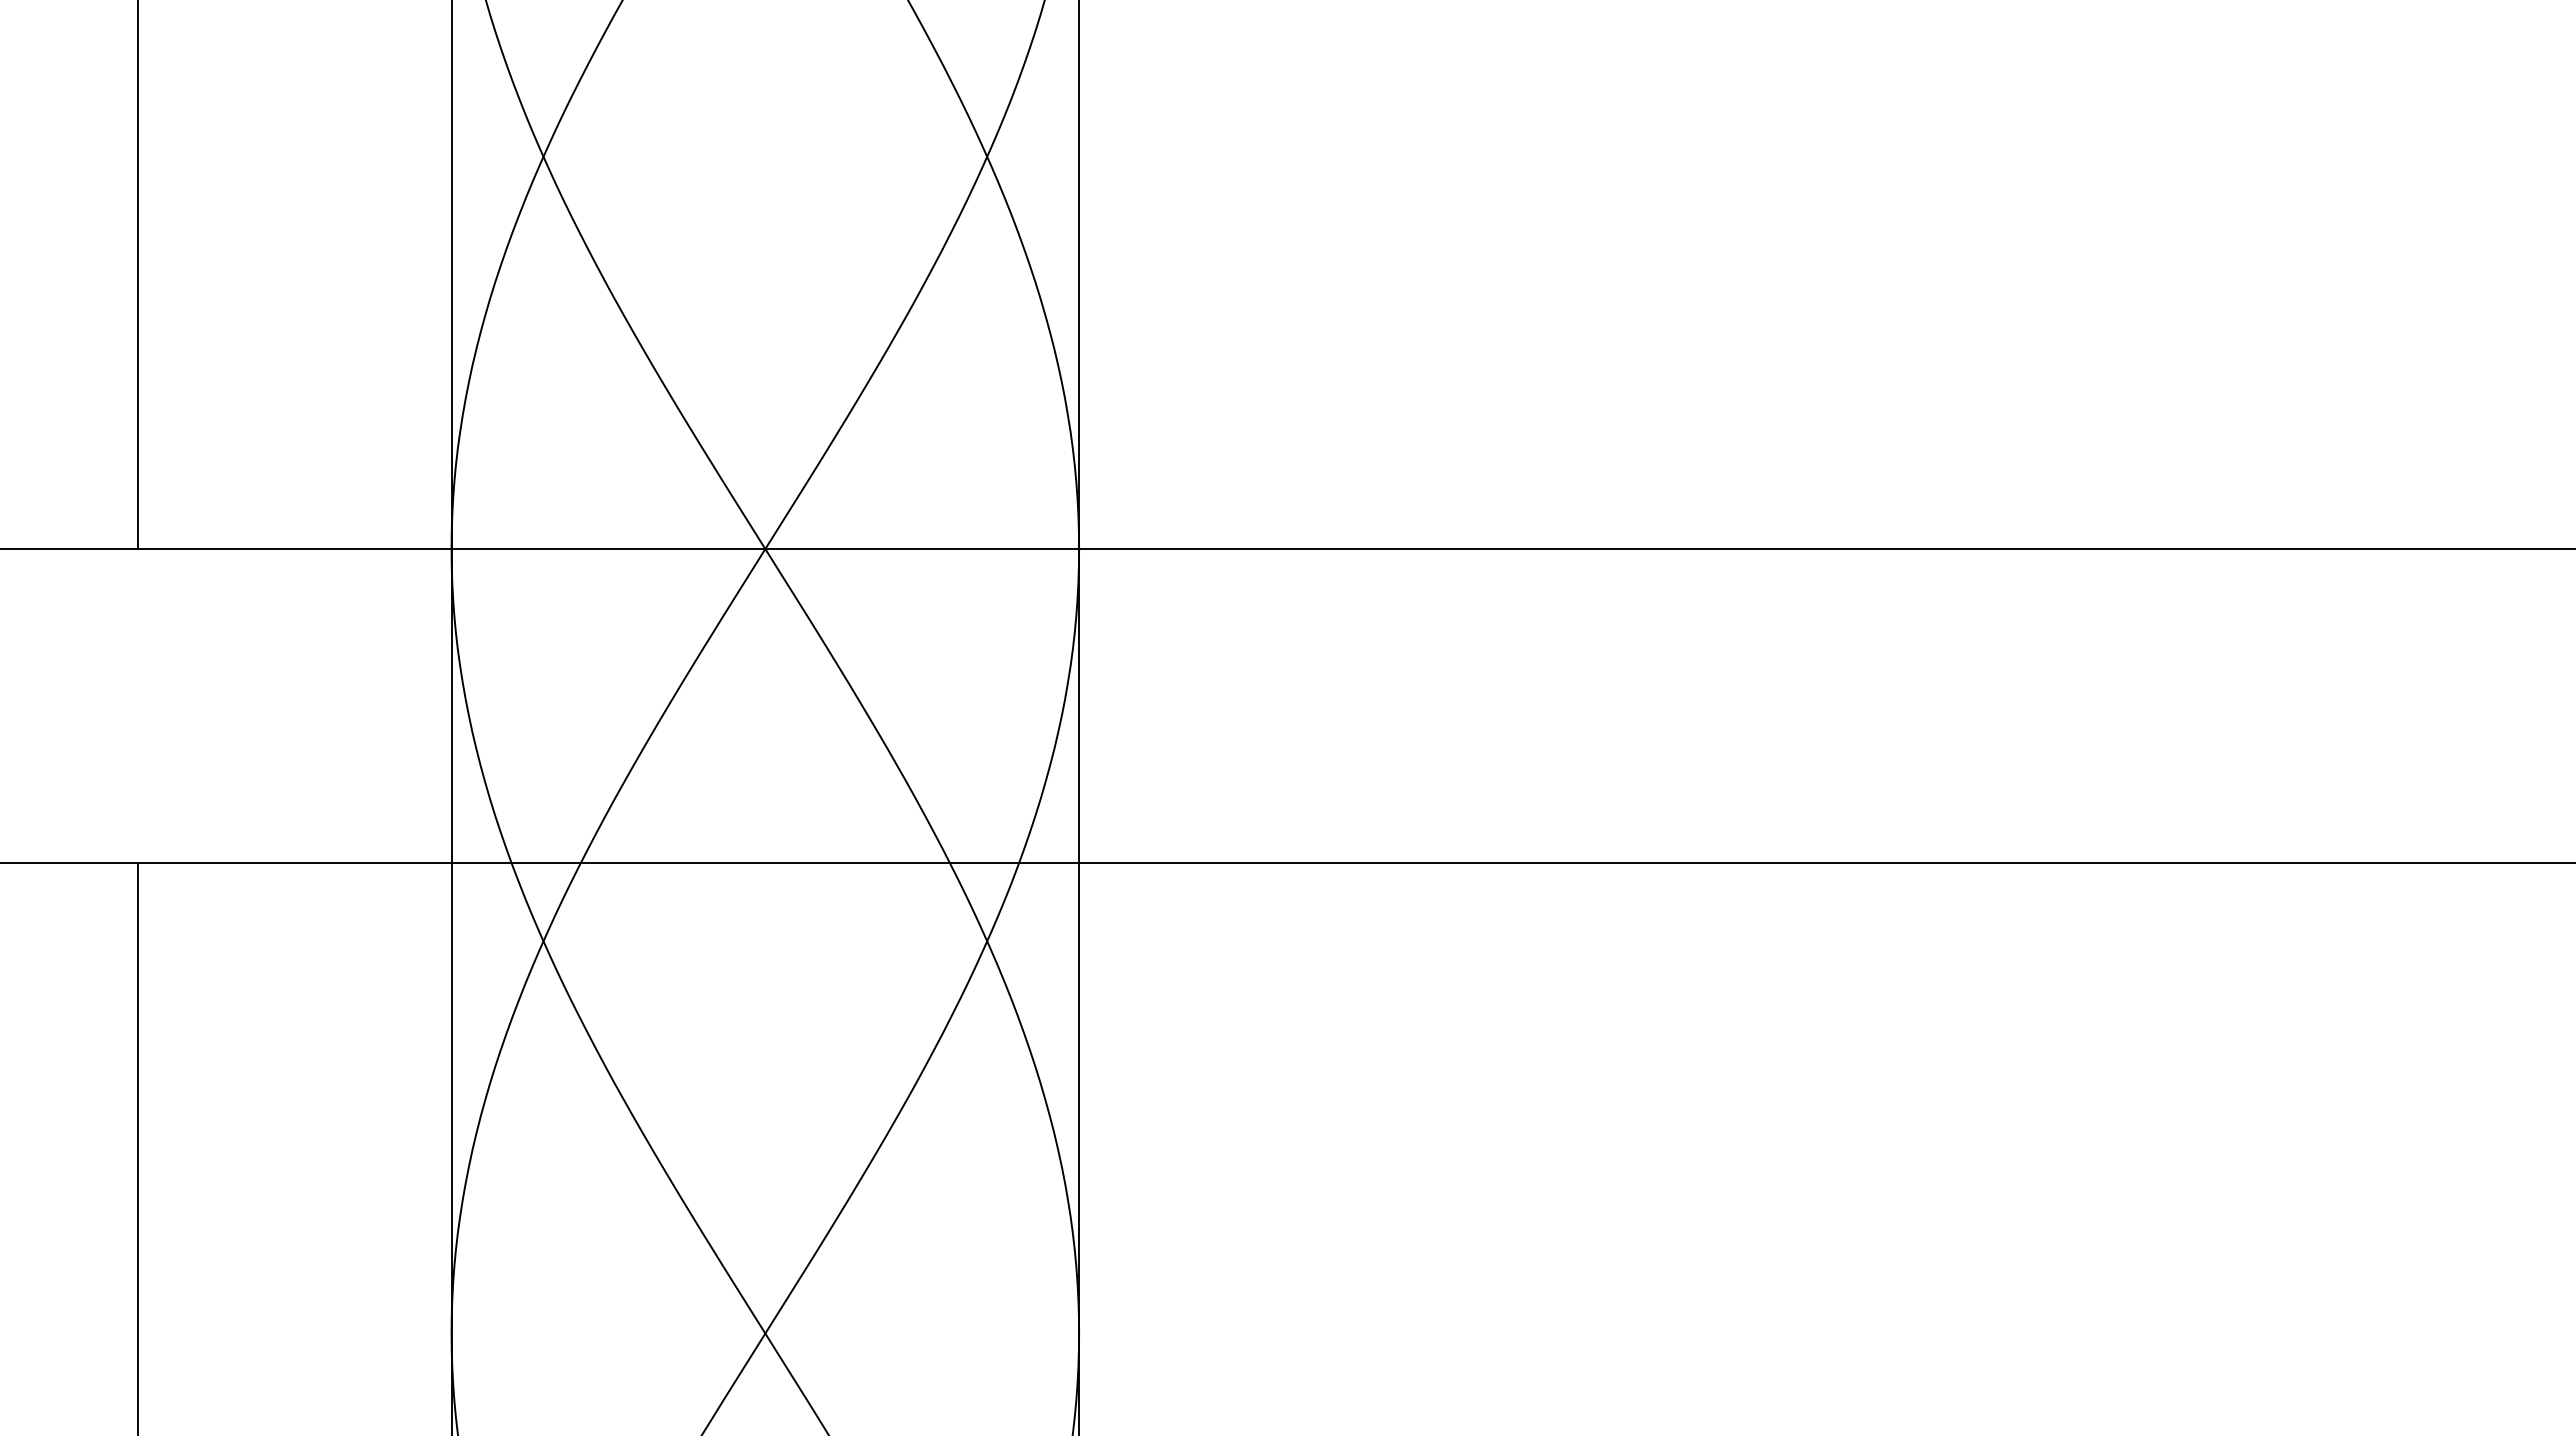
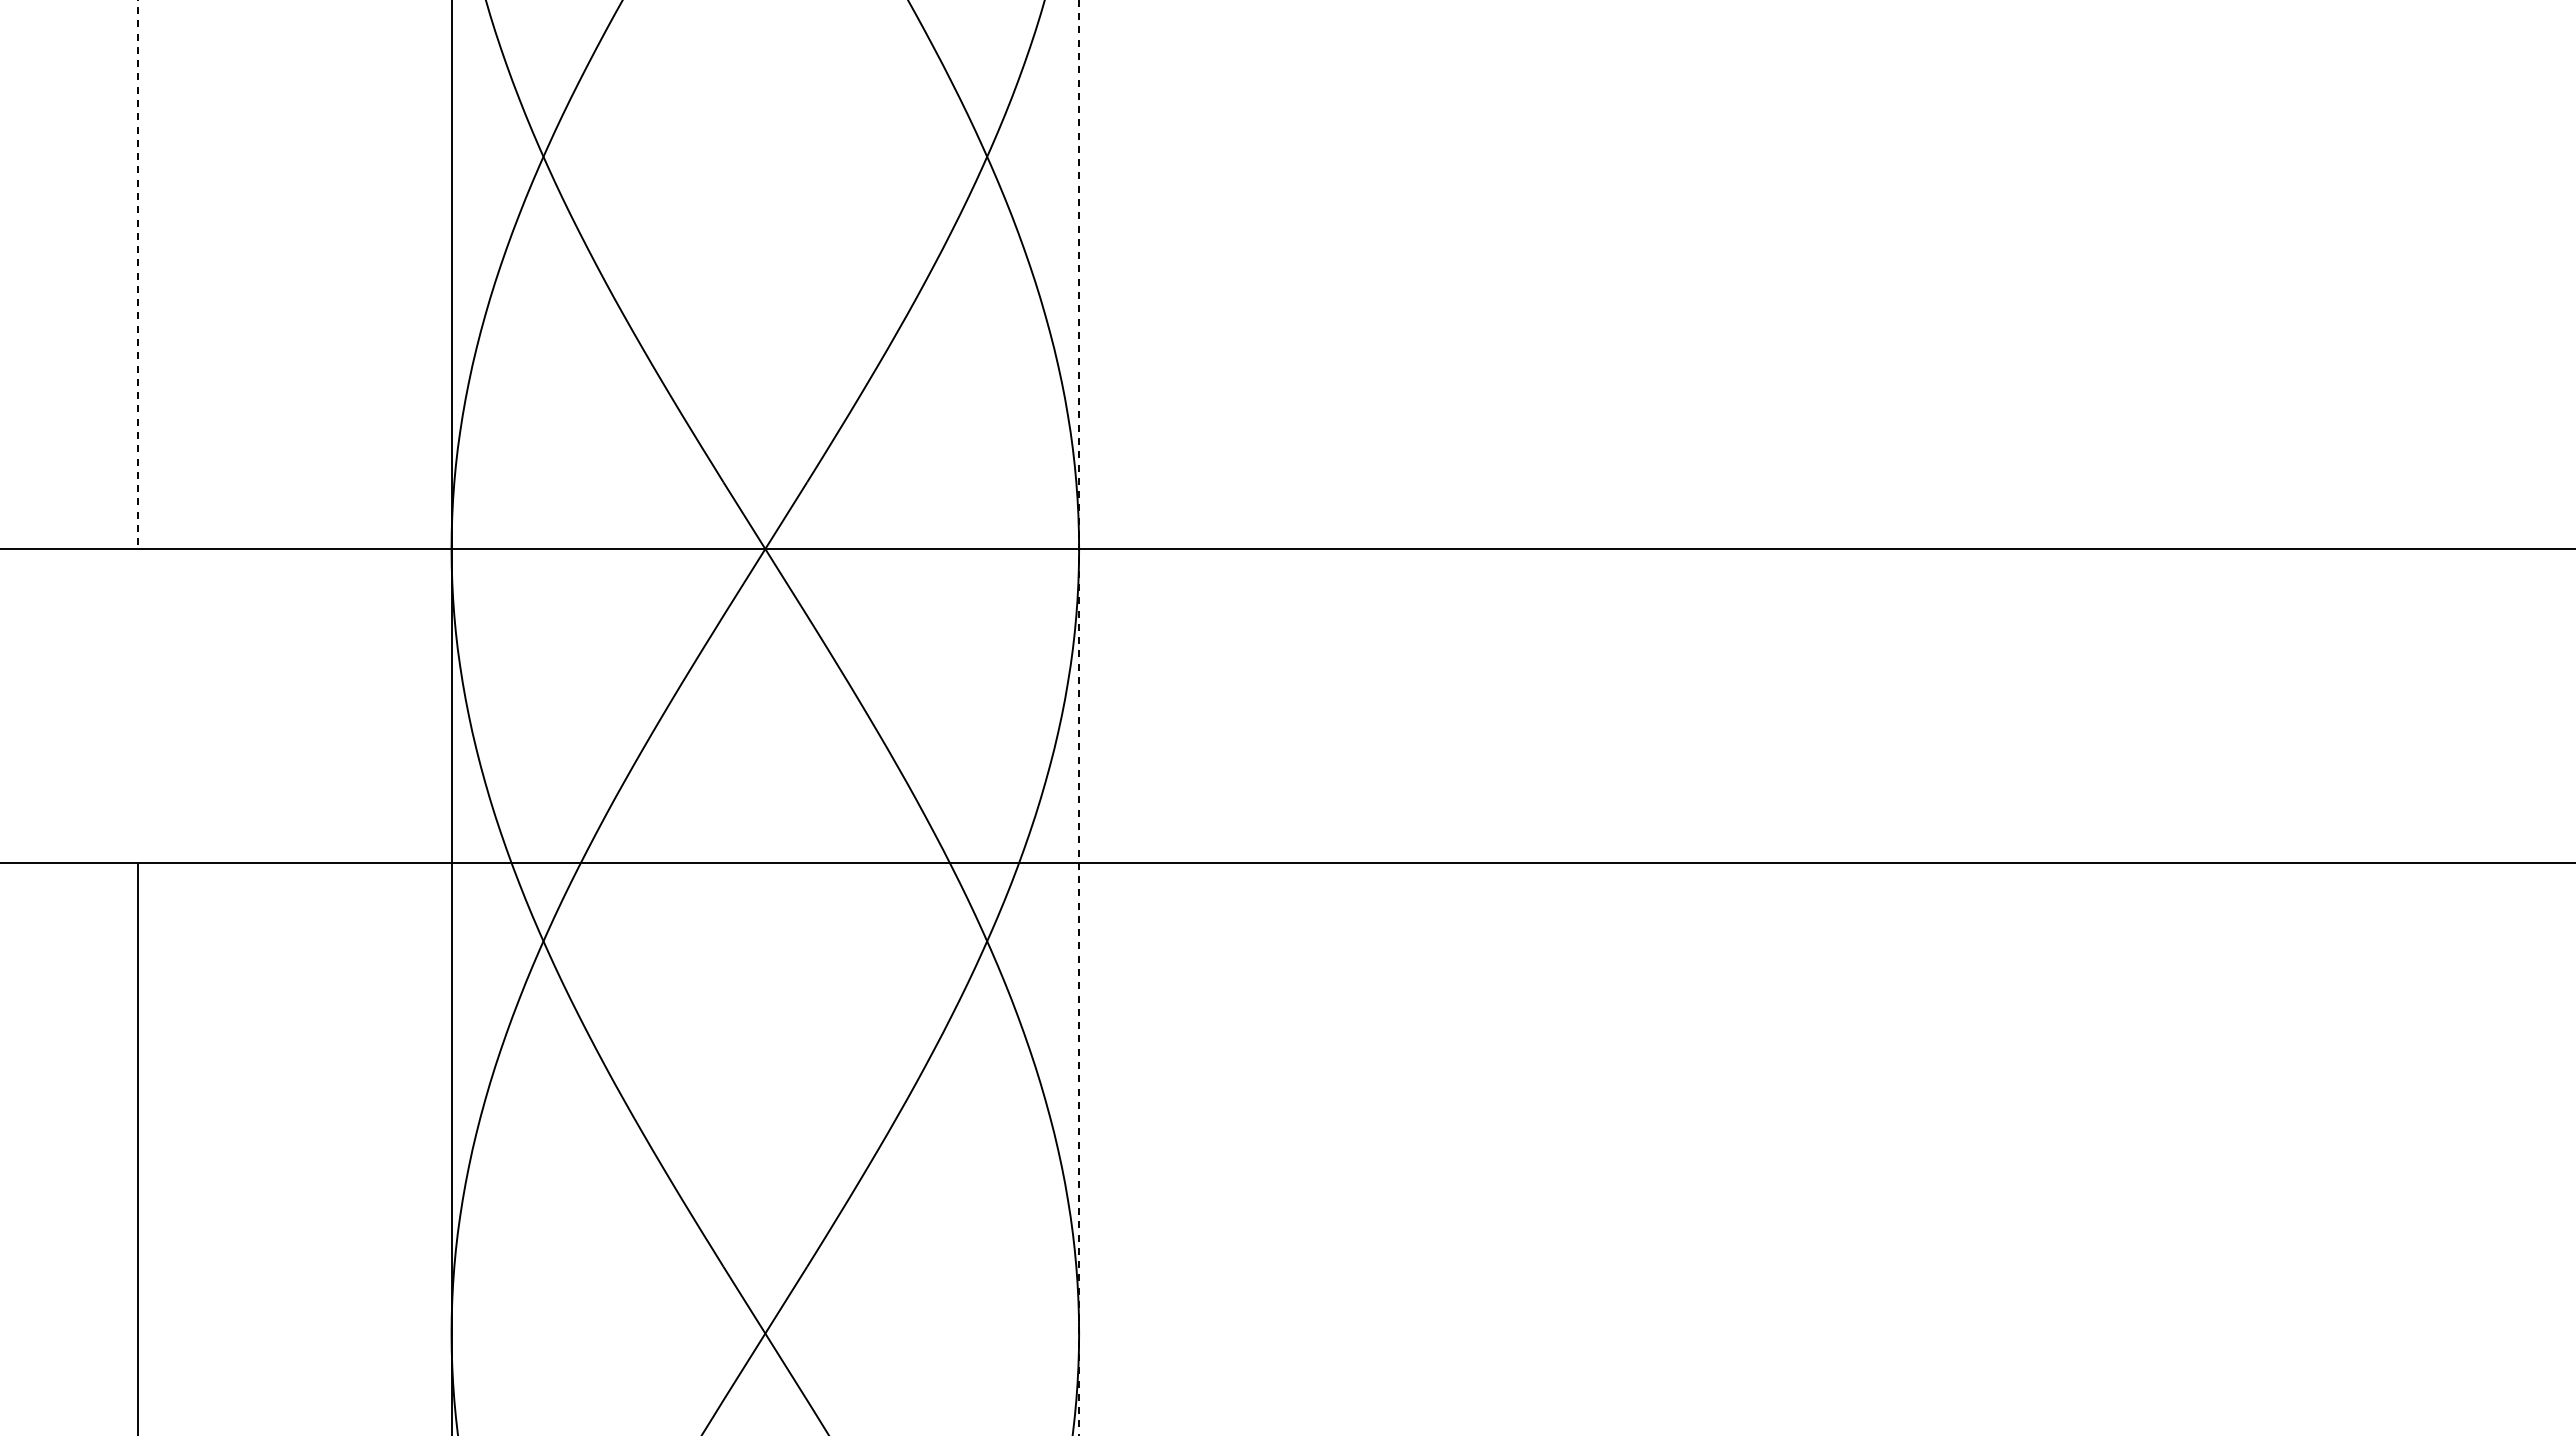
line at (137, 275): solid -> dashed
line at (1079, 718): solid -> dashed
